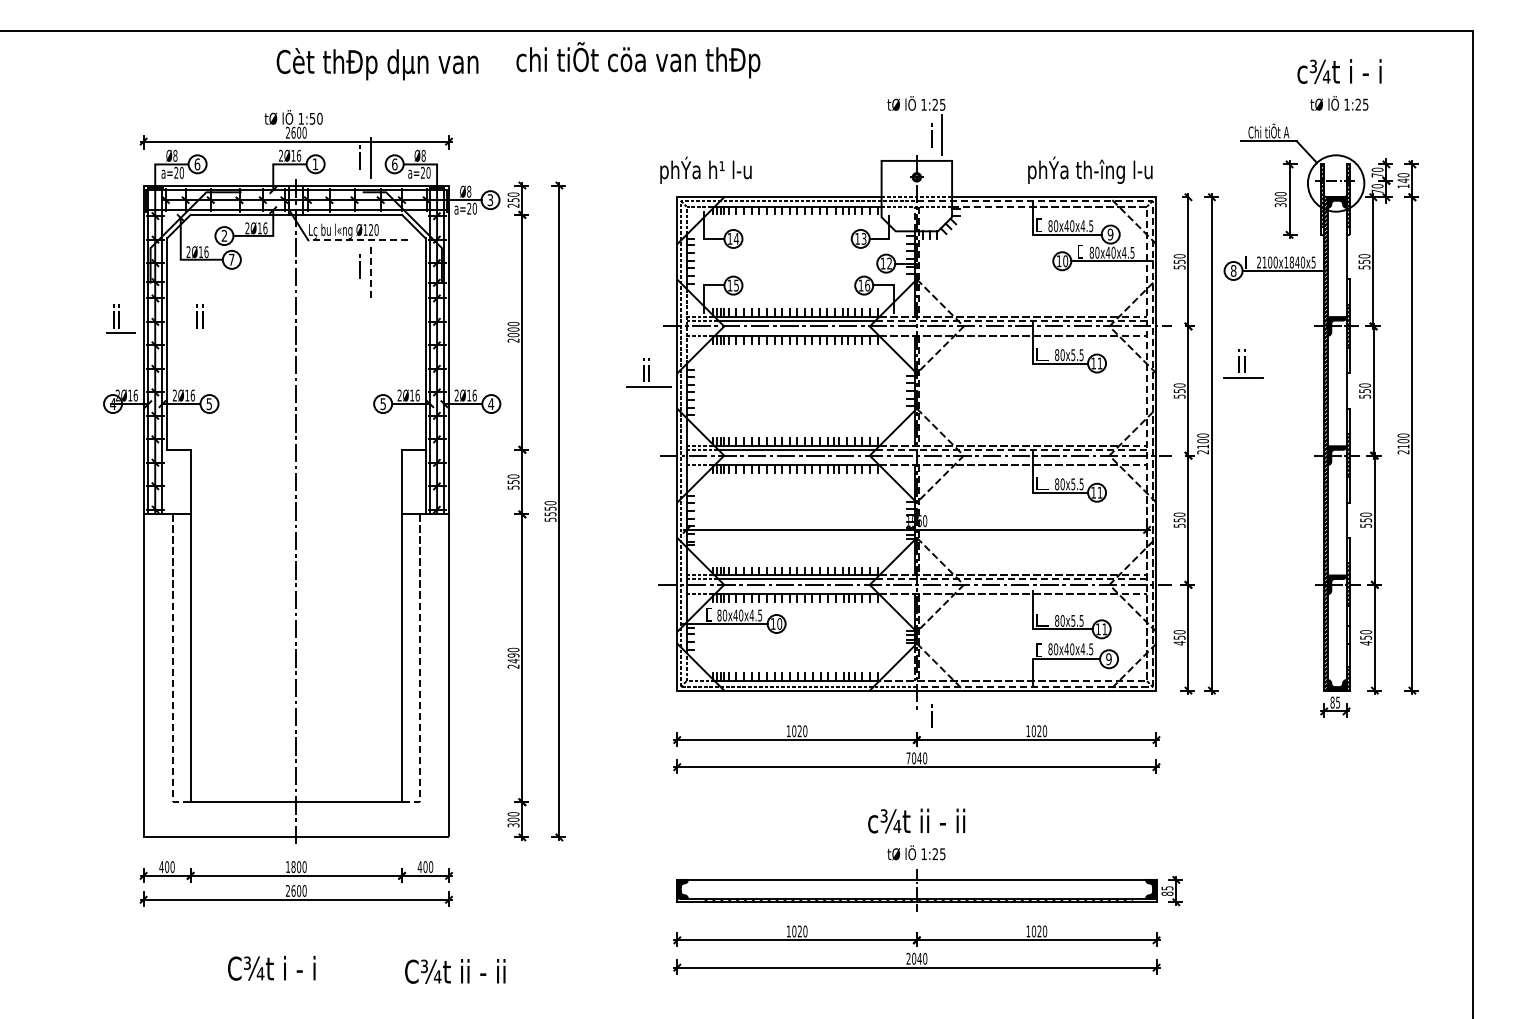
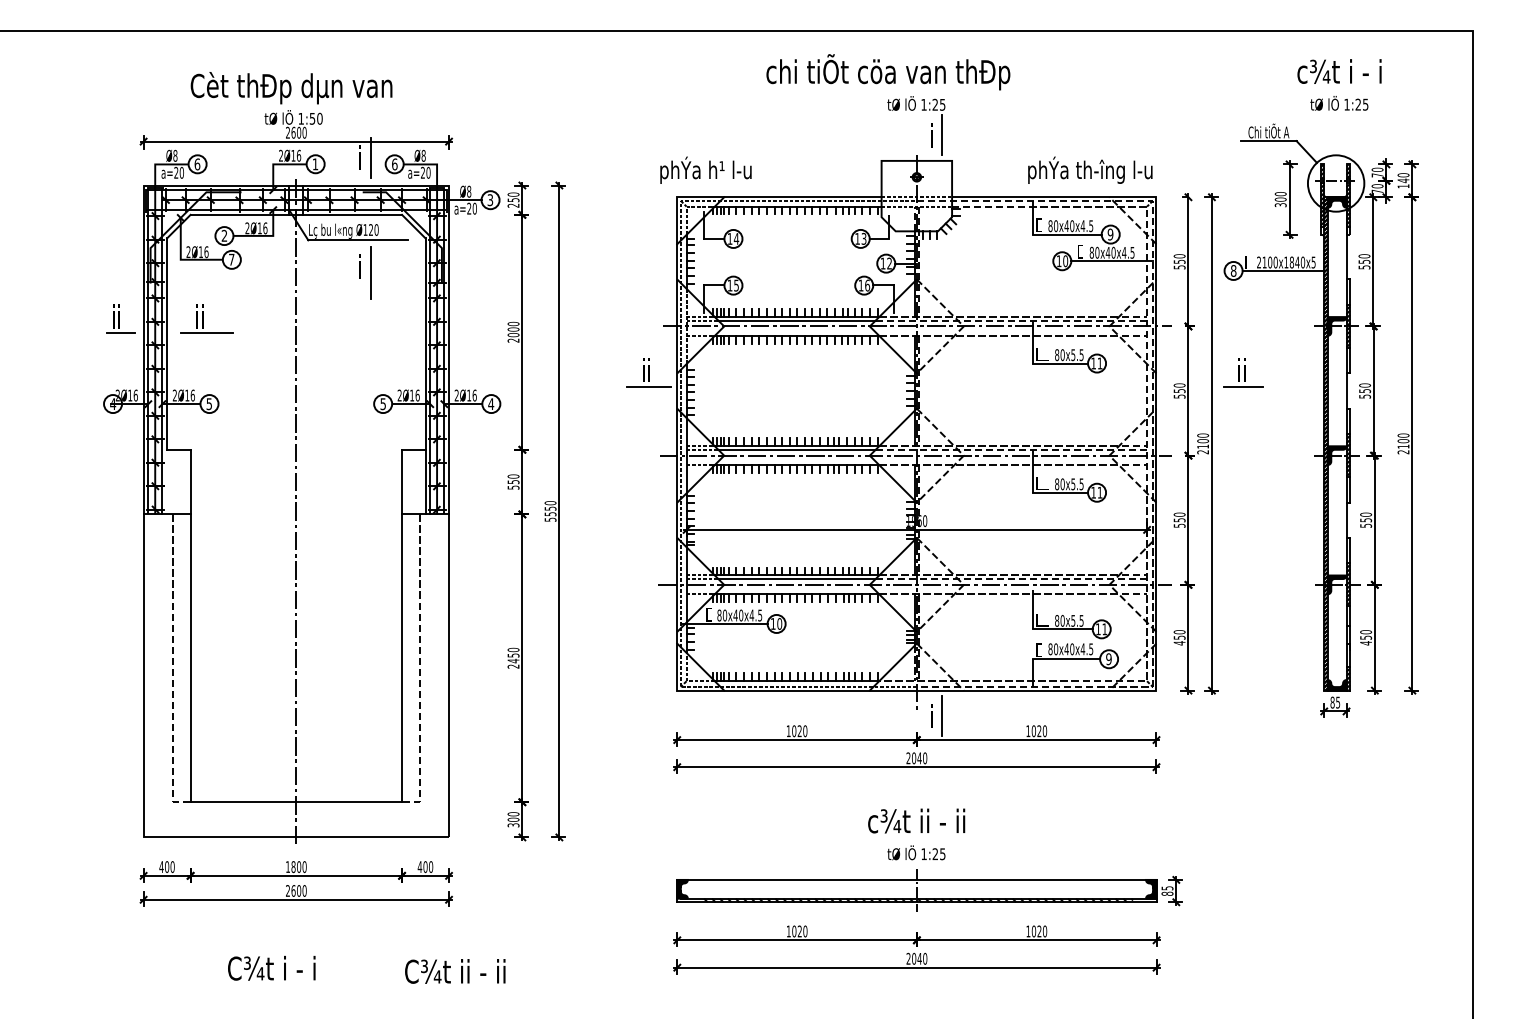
text at (638, 60) position: (638, 60) -> (888, 72)
text at (377, 64) position: (377, 64) -> (291, 88)
line at (358, 240): dashed -> solid
line at (370, 273): dashed -> solid
line at (206, 333): none -> present
part at (1243, 363) position: (1243, 363) -> (1243, 372)
text at (513, 655): 2490 -> 2450
line at (942, 716): none -> present
text at (908, 758): 7040 -> 2040
